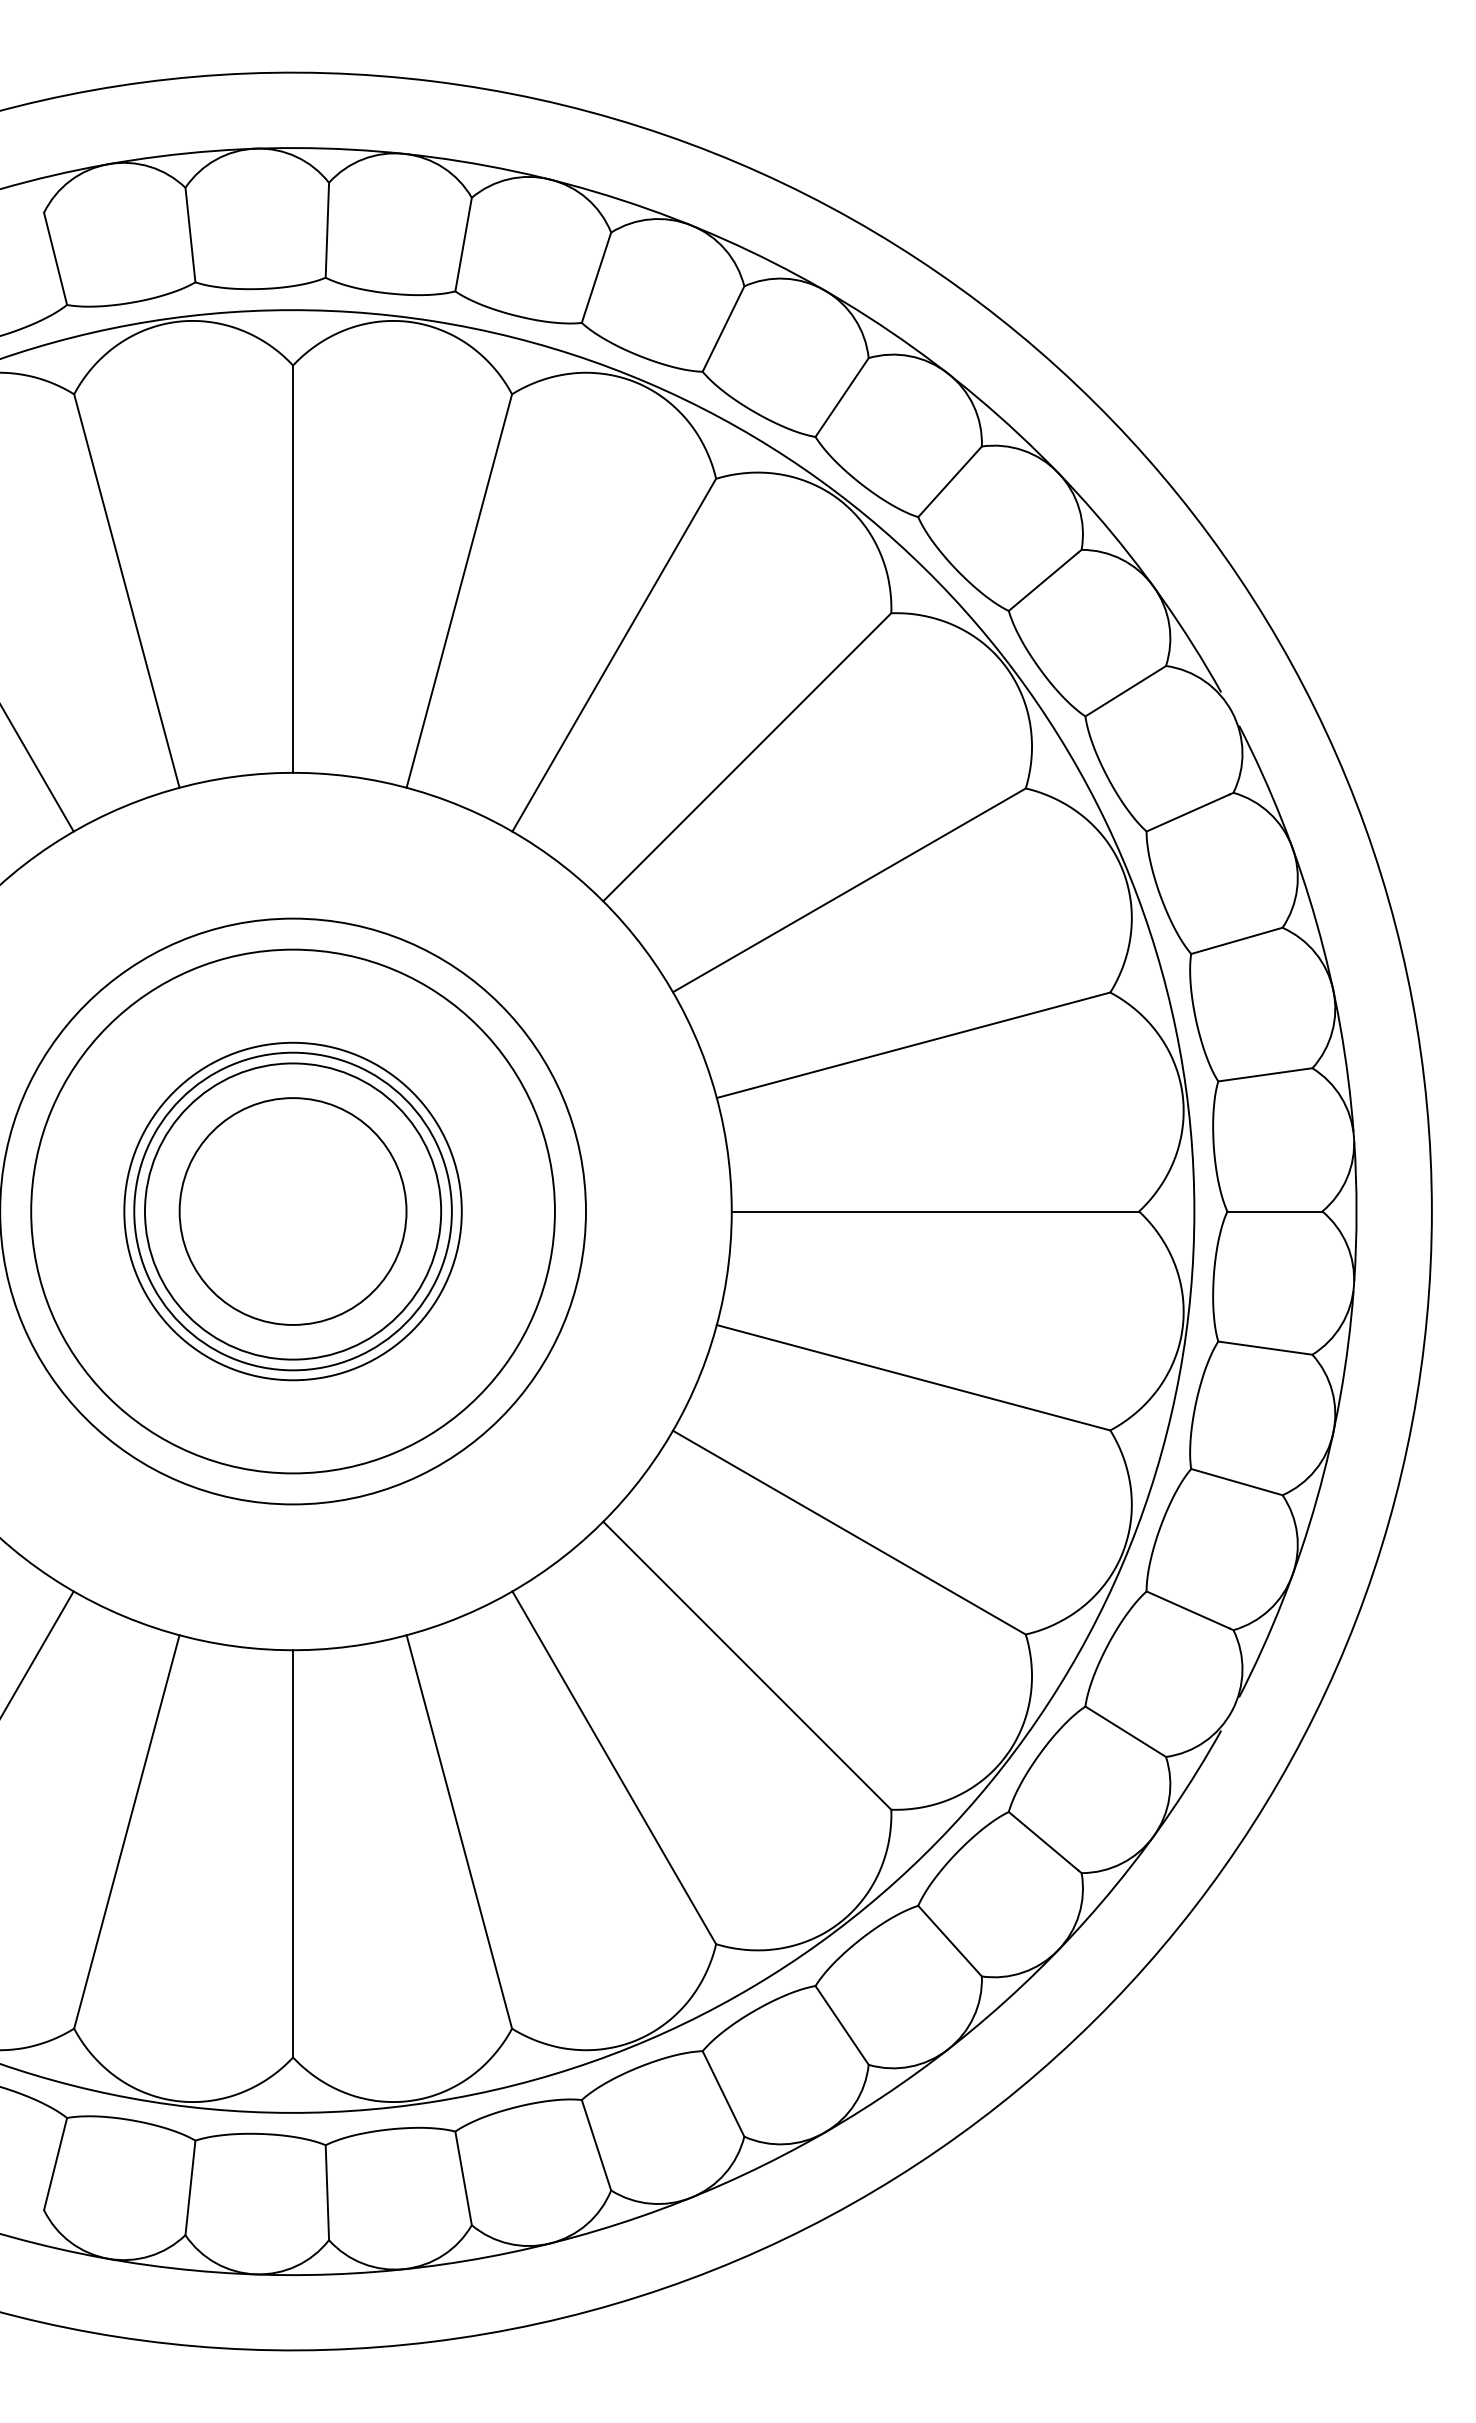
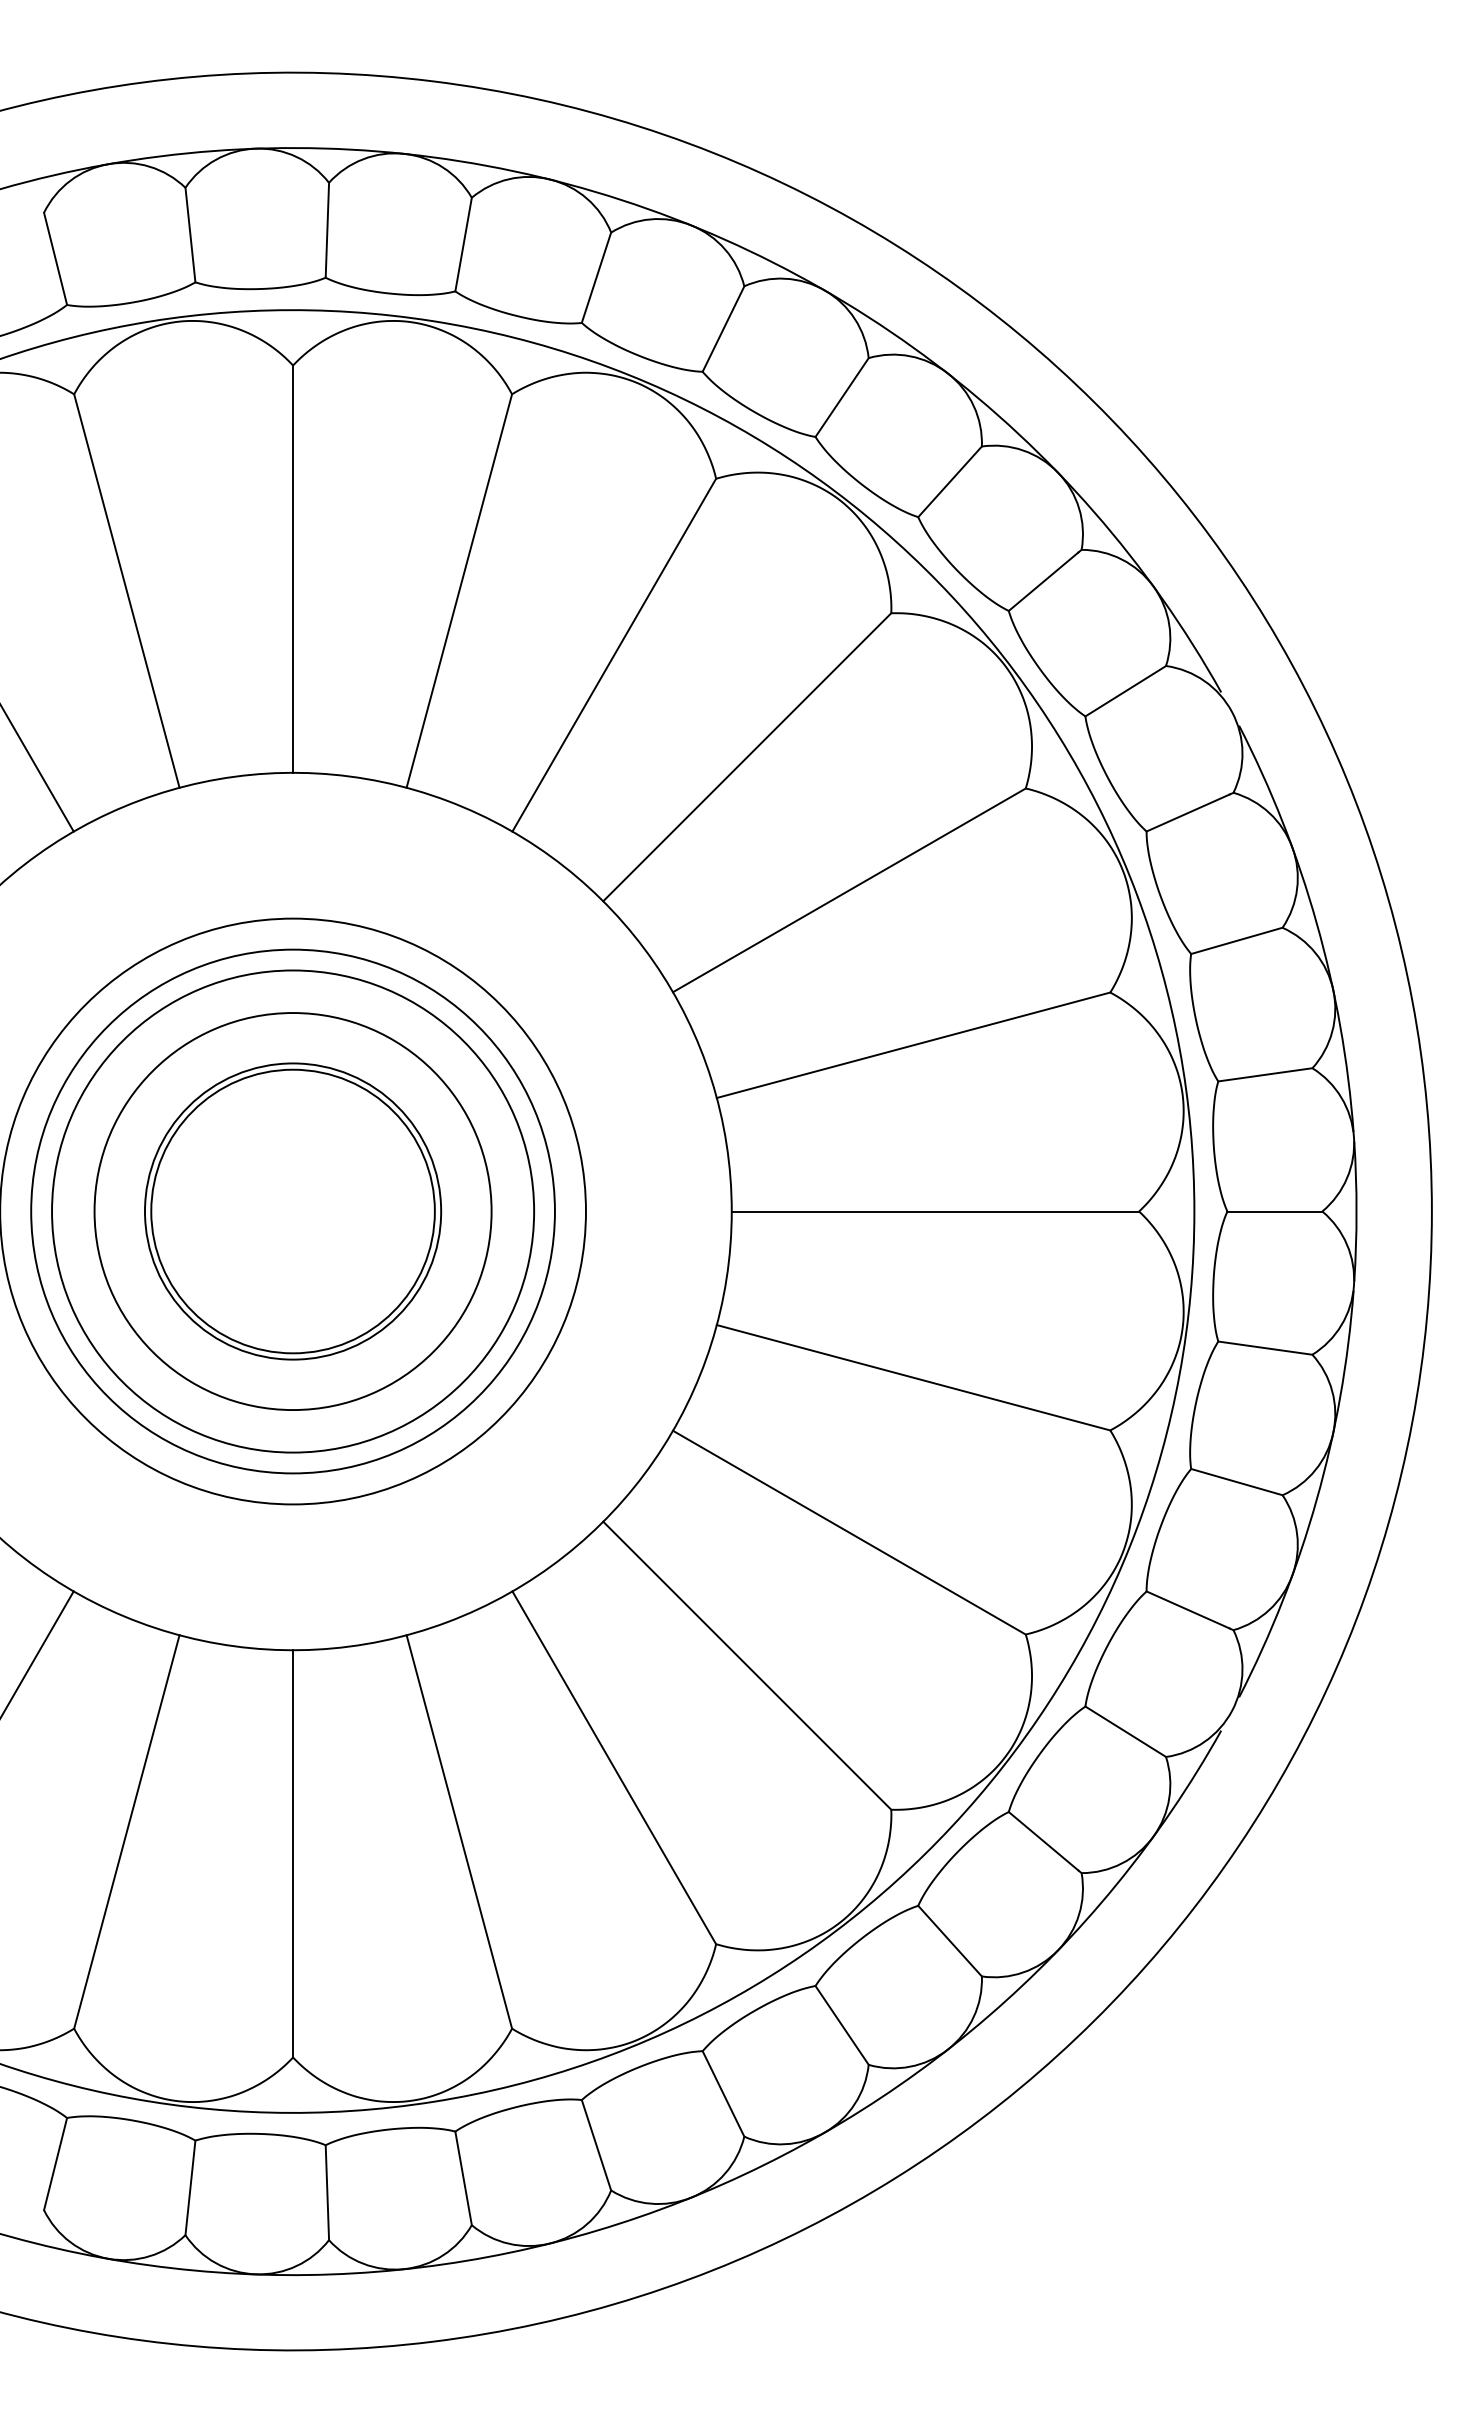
circle at (292, 1211) diameter: 227 px -> 284 px
circle at (292, 1211) diameter: 318 px -> 397 px
circle at (292, 1211) diameter: 337 px -> 482 px
